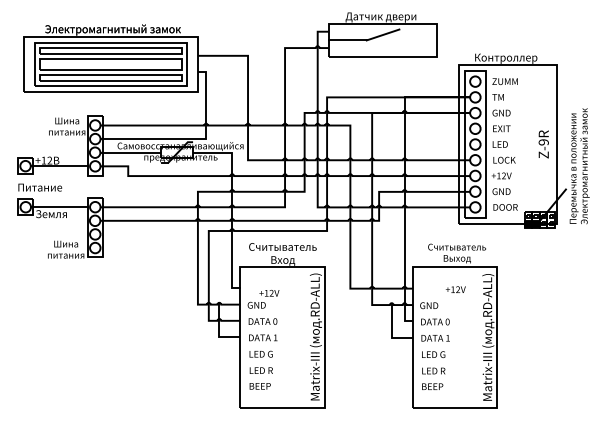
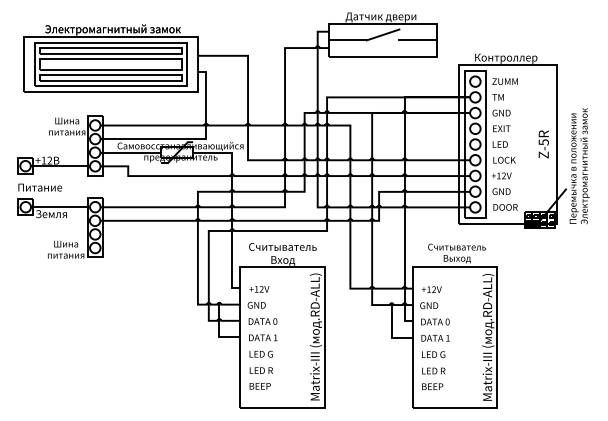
line at (418, 40): none -> present
text at (543, 142): Z-9R -> Z-5R
text at (455, 289) position: (455, 289) -> (431, 289)
text at (269, 293) position: (269, 293) -> (259, 289)
